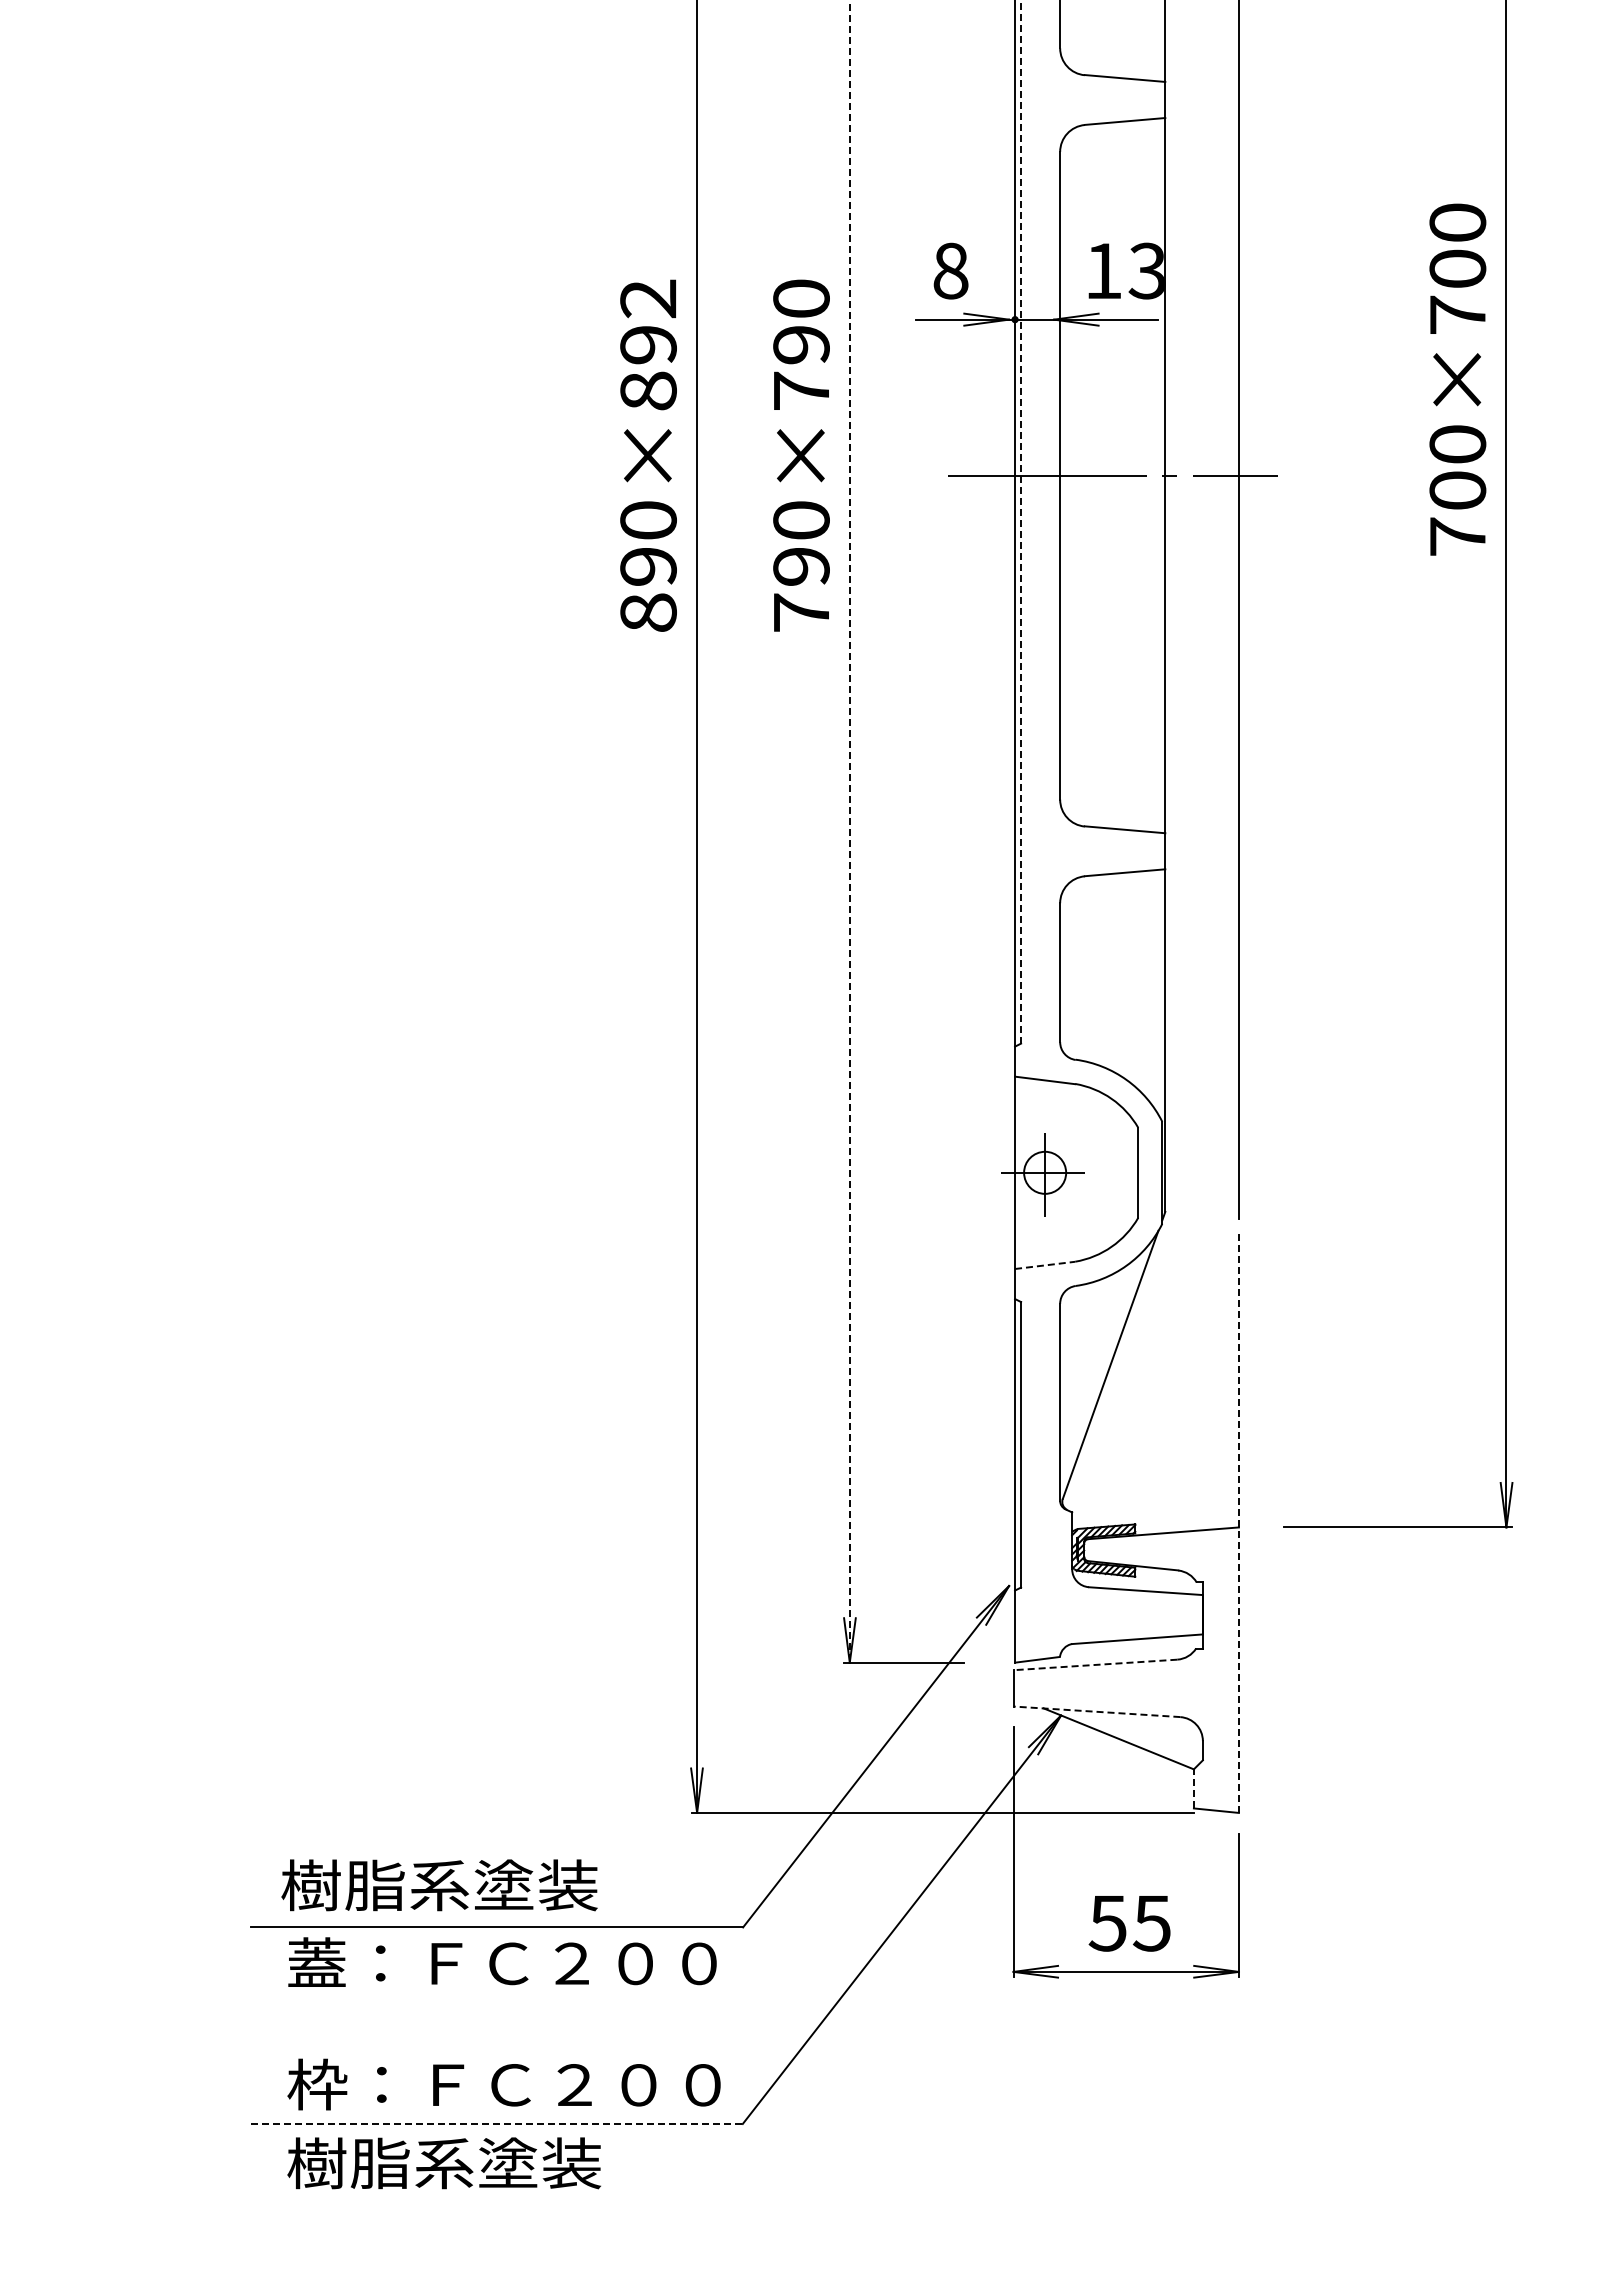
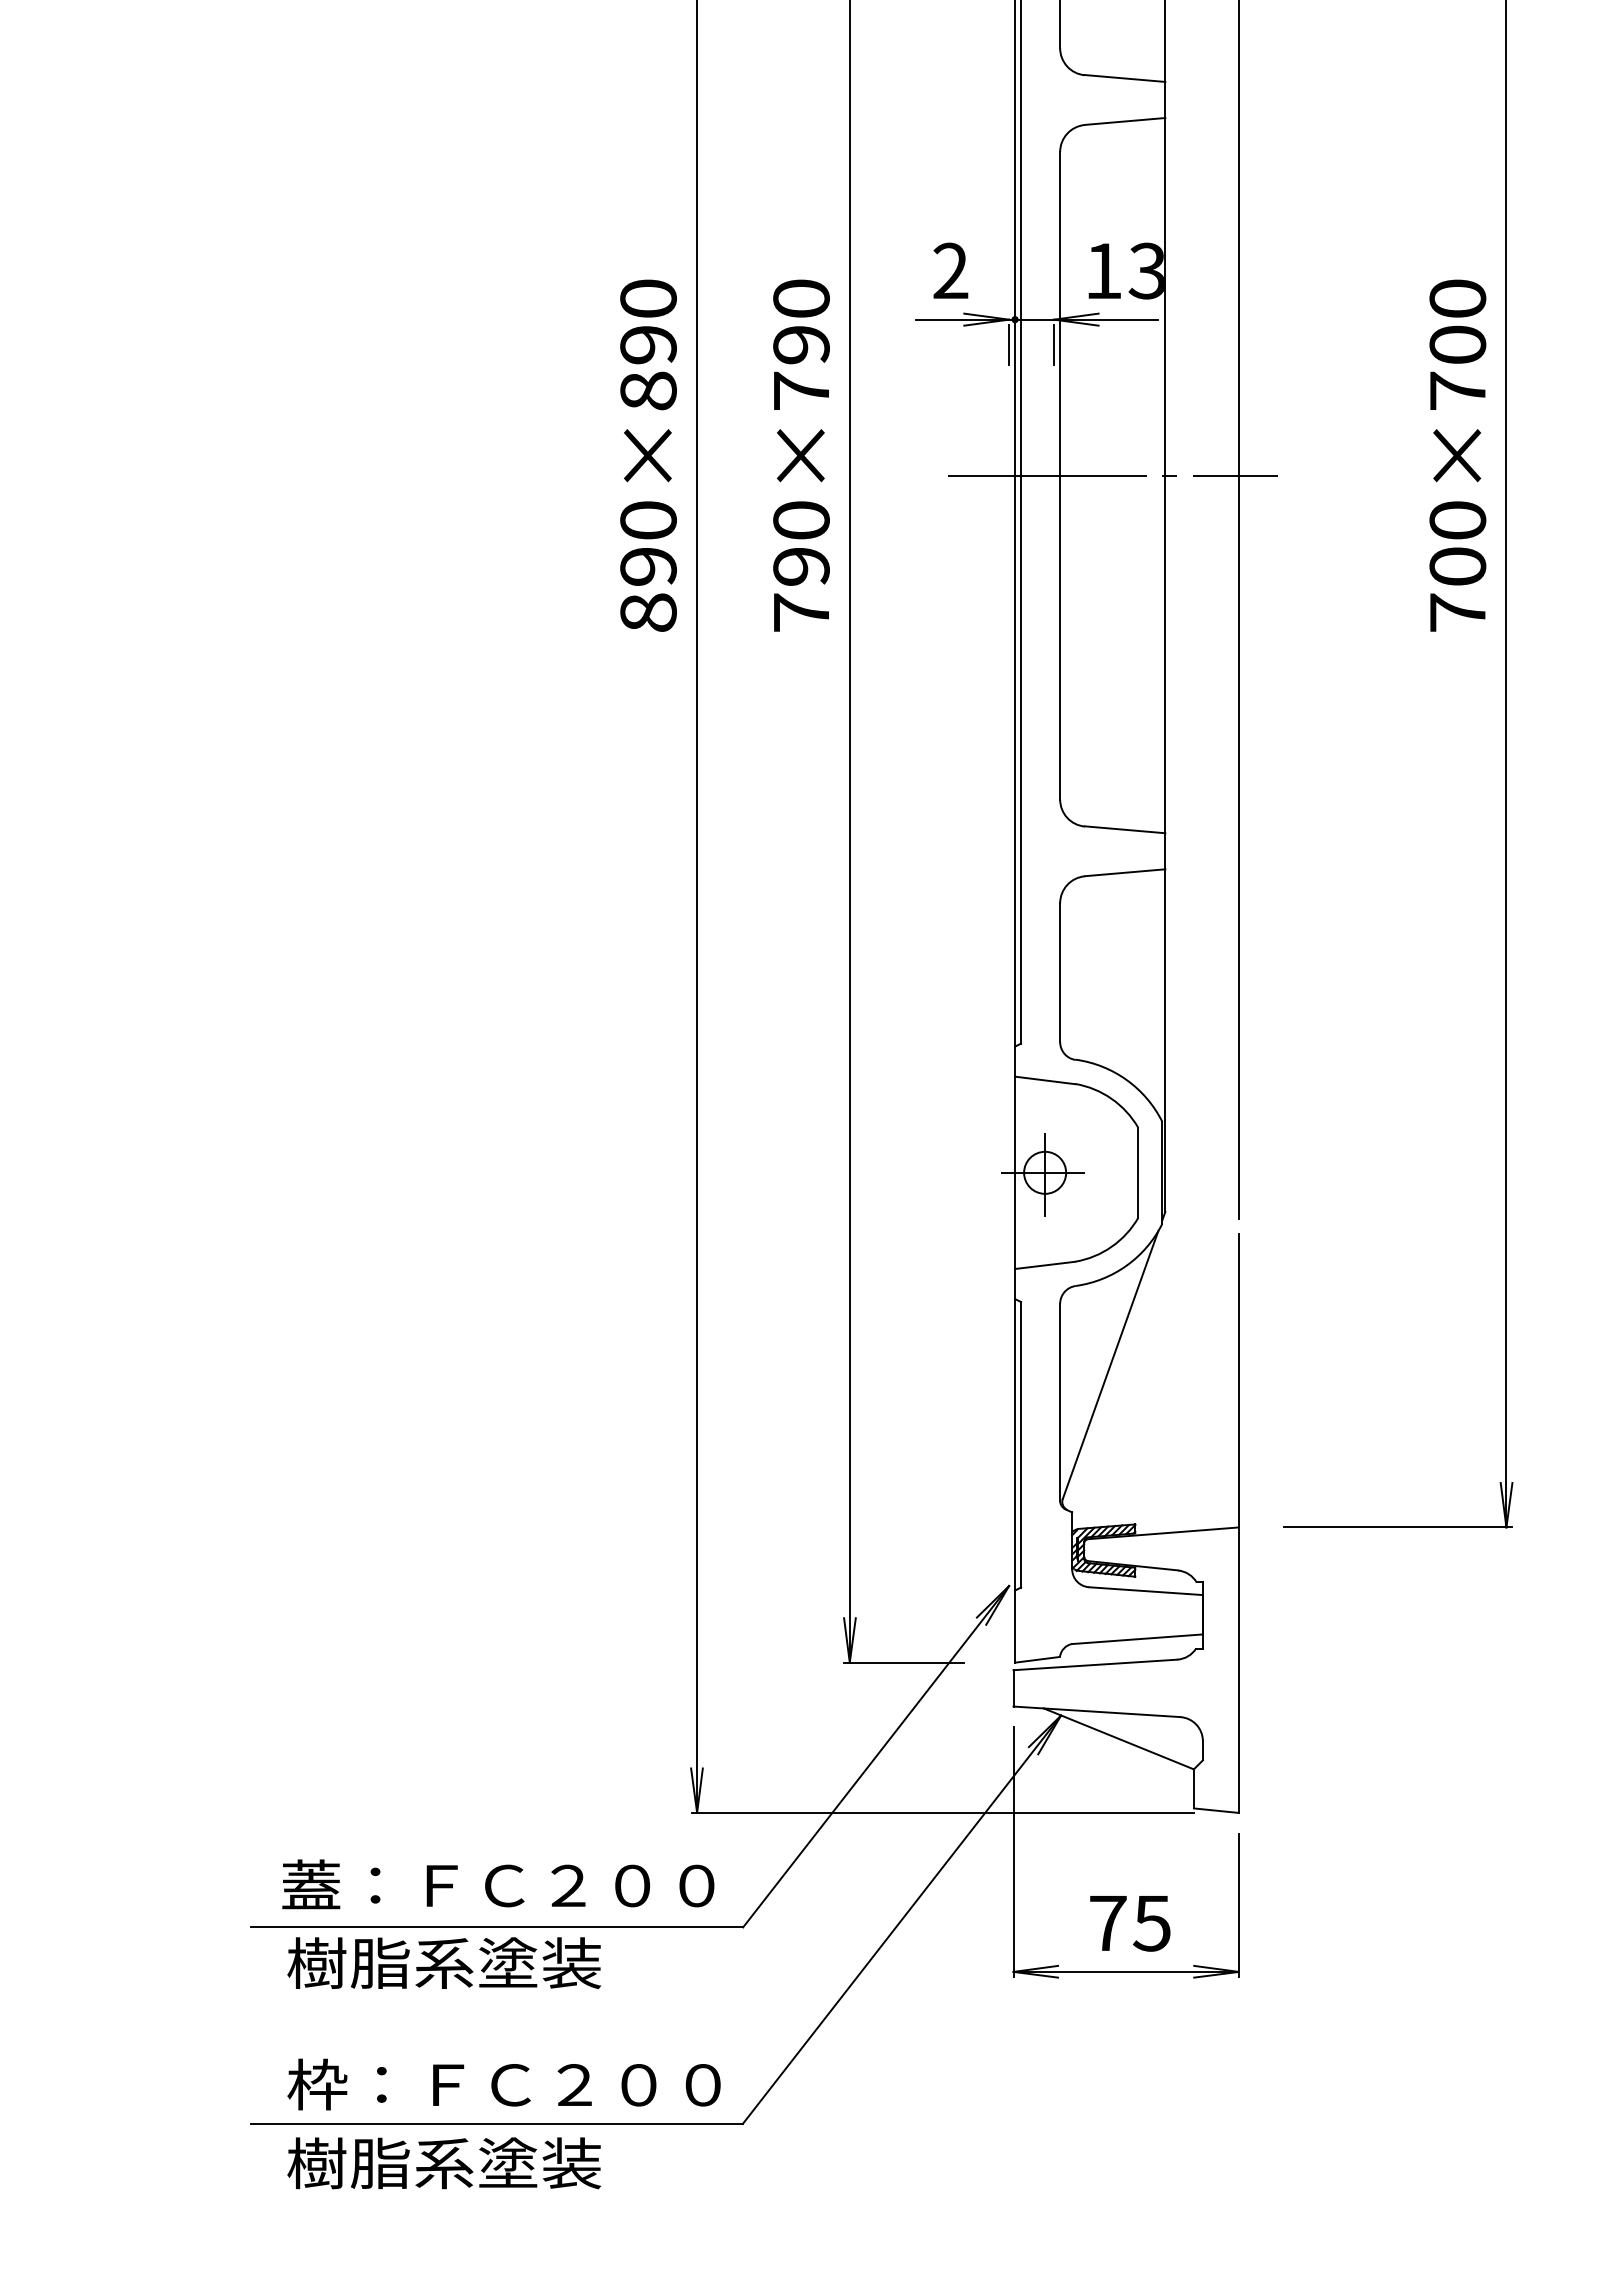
text at (950, 270): 8 -> 2
text at (648, 298): 890×892 -> 890×890
line at (1009, 344): none -> present
line at (1054, 344): none -> present
text at (1457, 379) position: (1457, 379) -> (1457, 455)
line at (1021, 521): dashed -> solid
line at (849, 832): dashed -> solid
line at (1045, 1265): dashed -> solid
line at (1238, 1523): dashed -> solid
line at (1094, 1664): dashed -> solid
line at (1096, 1711): dashed -> solid
line at (1193, 1788): dashed -> solid
text at (497, 1885): 樹脂系塗装 -> 蓋：ＦＣ２００
text at (1107, 1923): 55 -> 75
text at (501, 1963): 蓋：ＦＣ２００ -> 樹脂系塗装
line at (497, 2123): dashed -> solid
